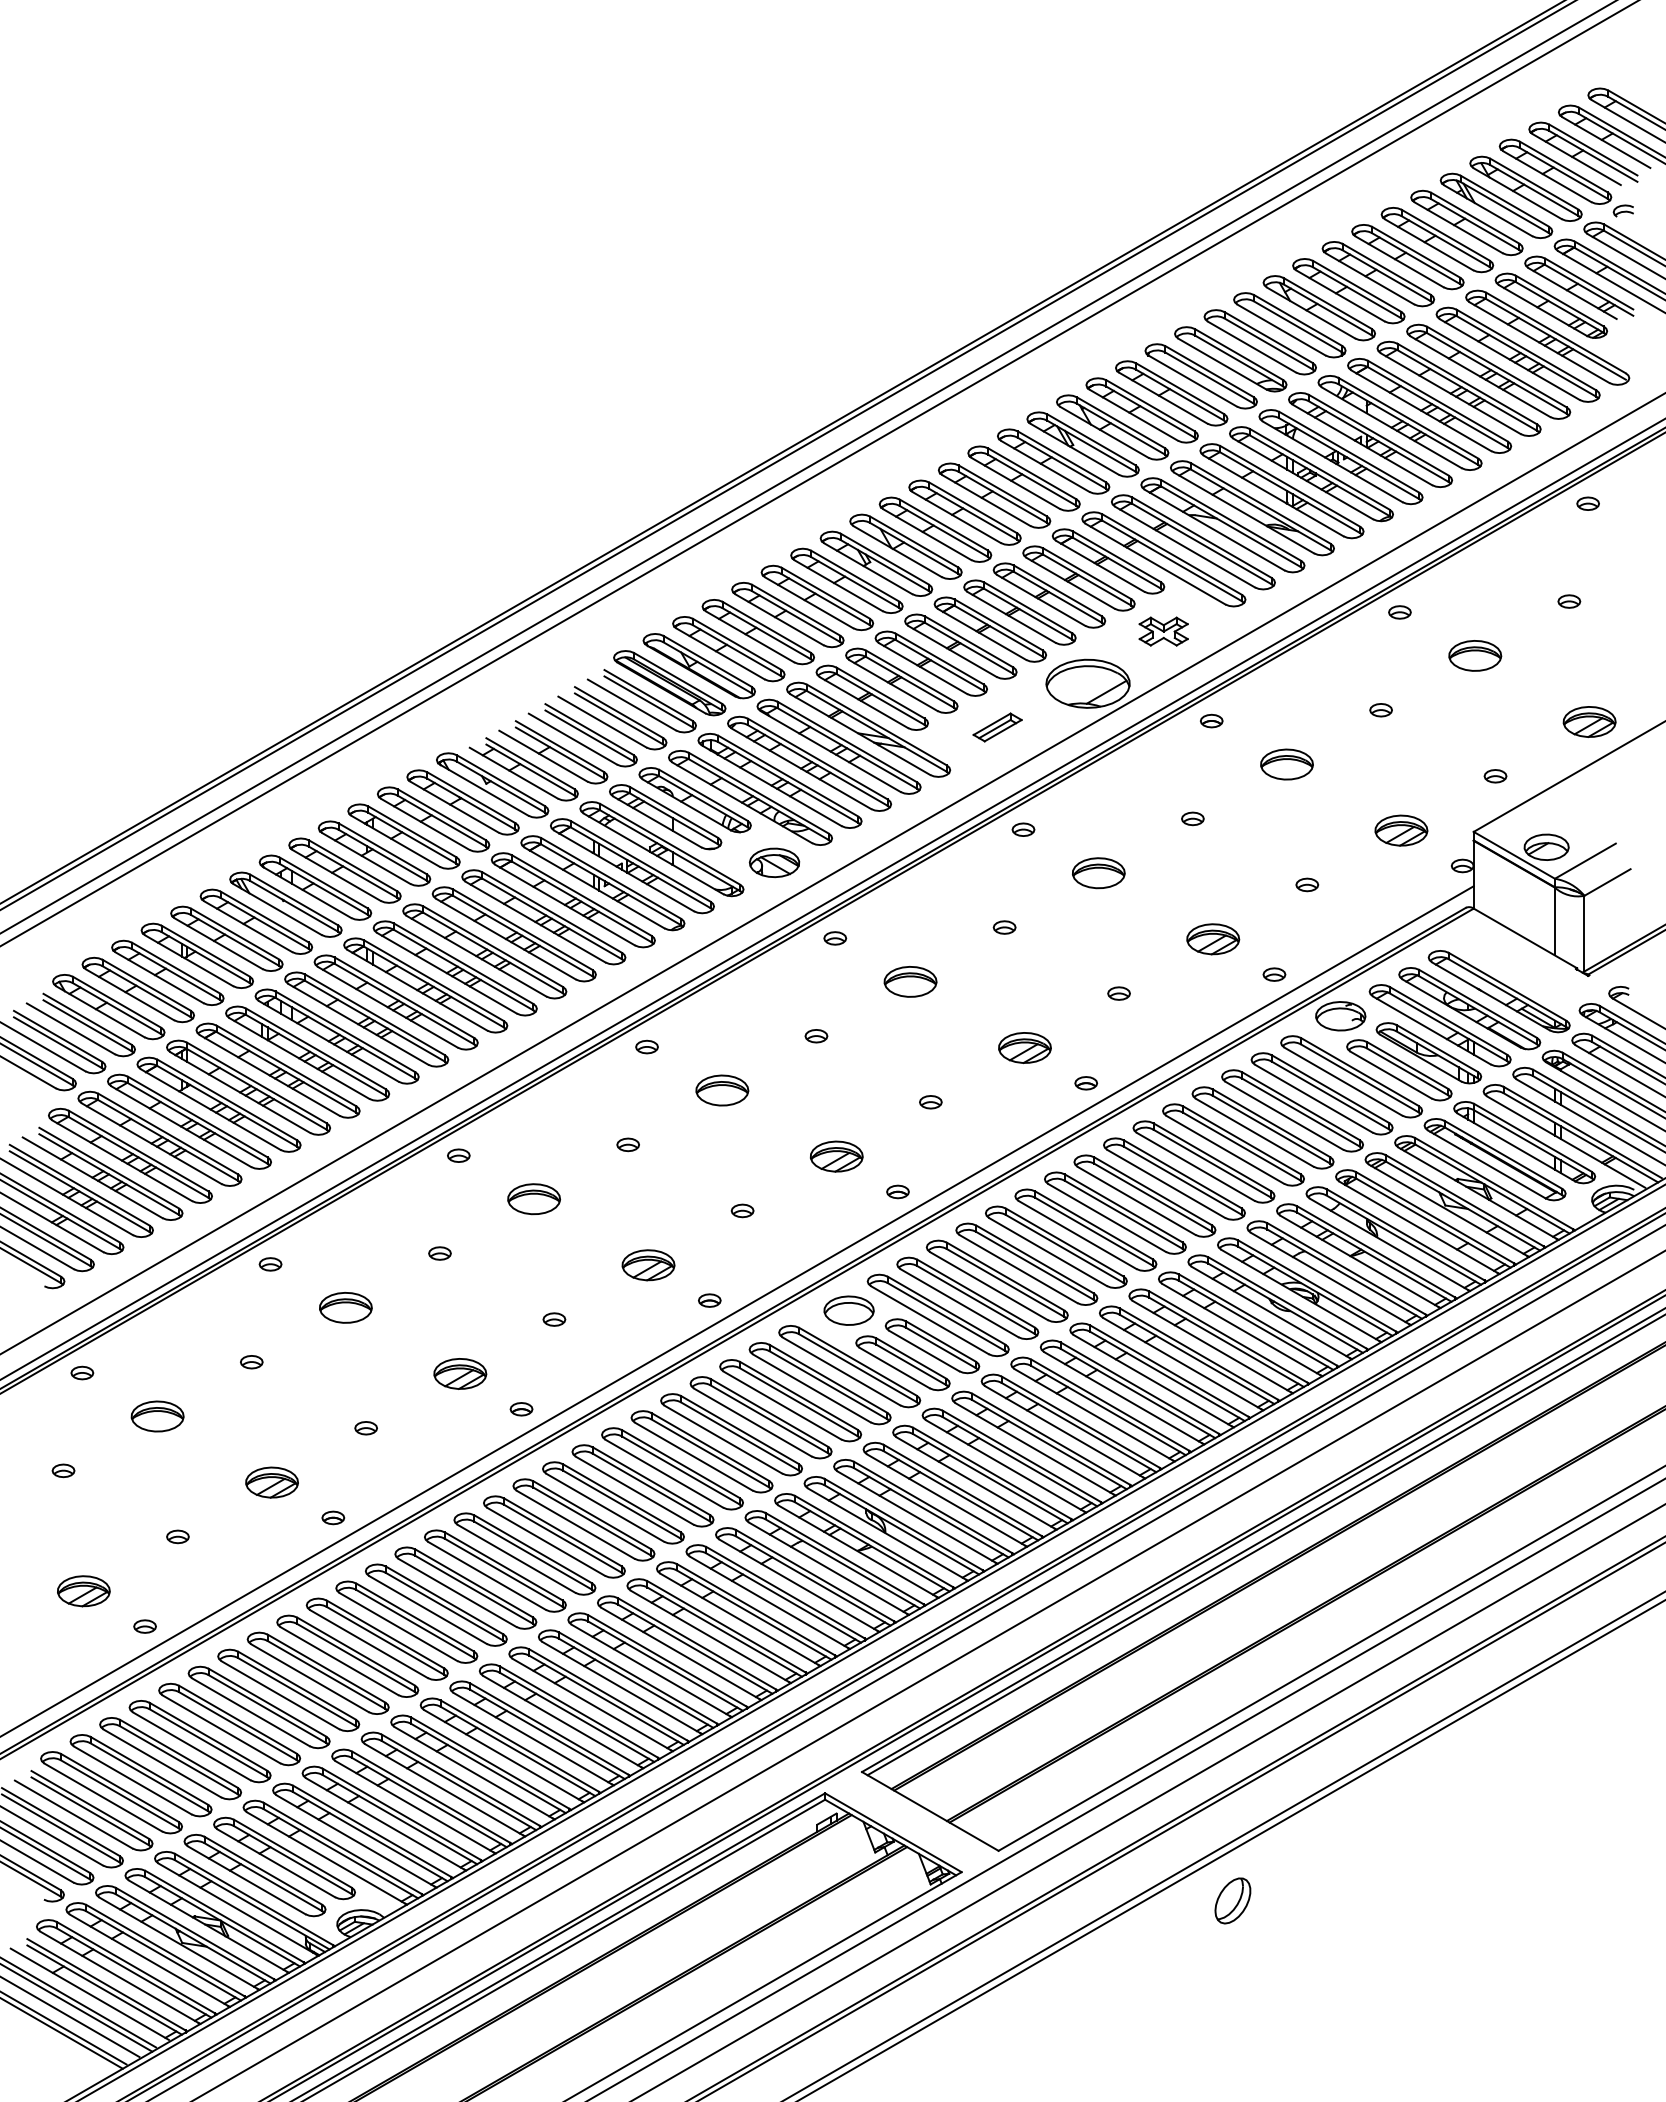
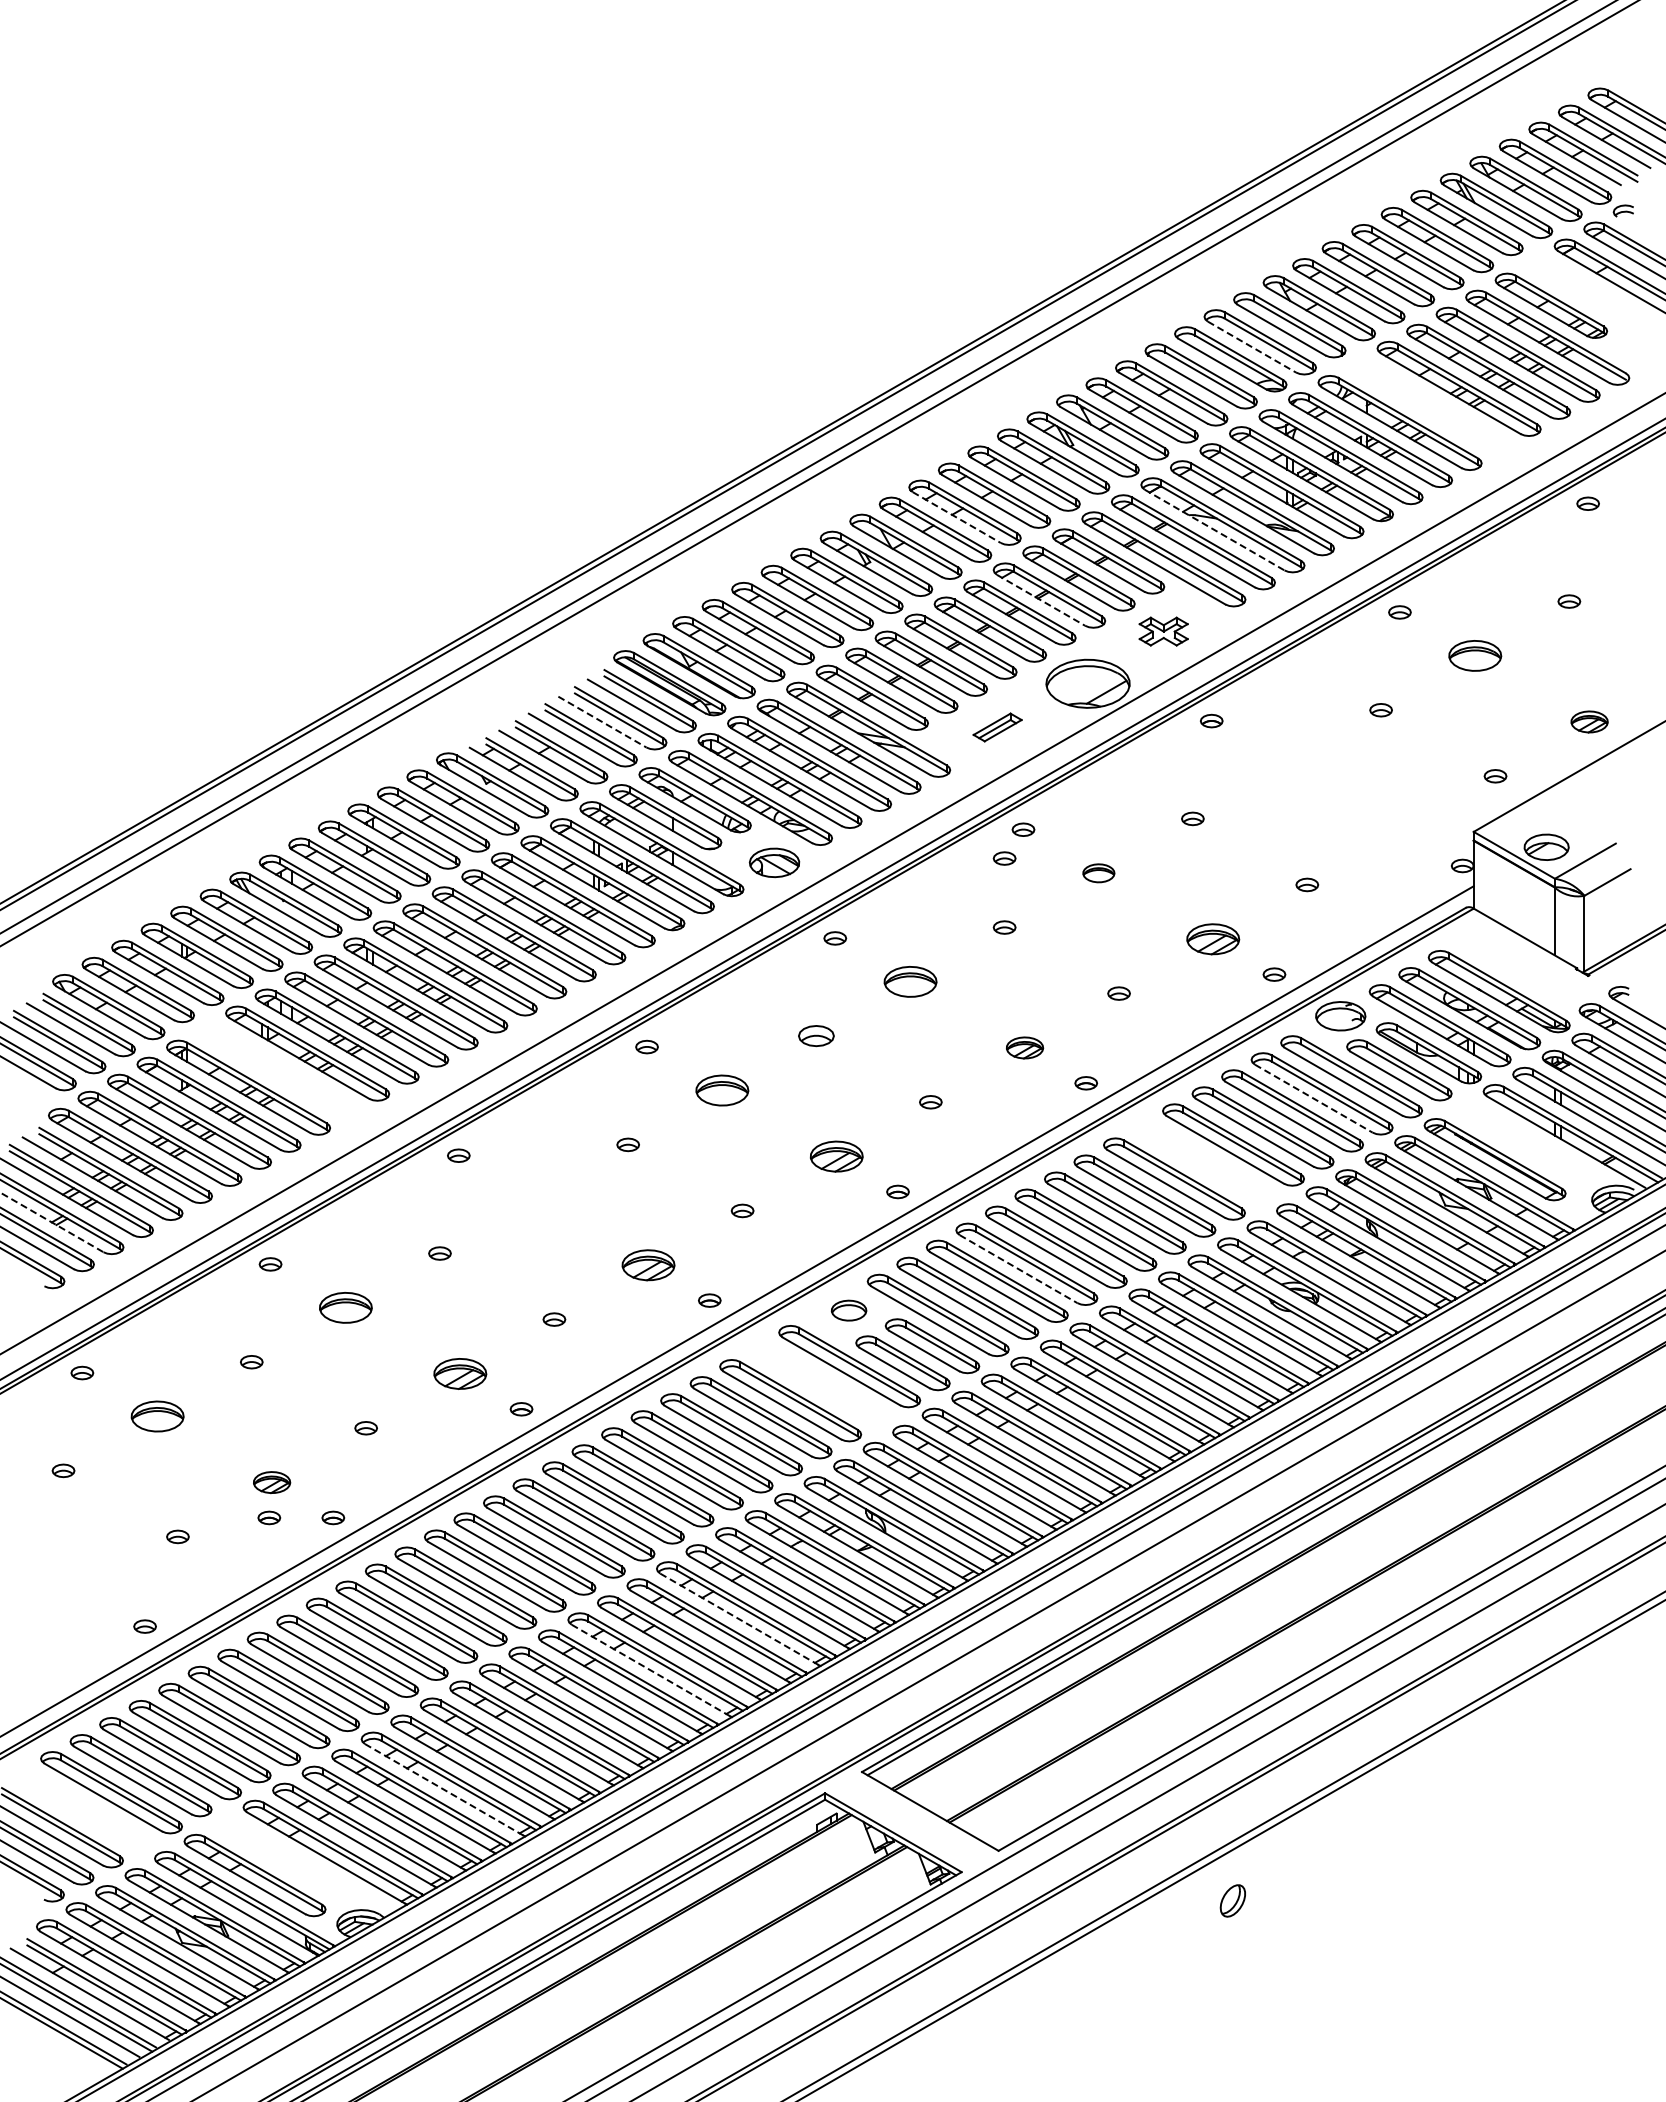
part at (1579, 287): present -> none
line at (1251, 347): solid -> dashed
part at (1429, 405): present -> none
line at (956, 517): solid -> dashed
line at (1214, 530): solid -> dashed
line at (1041, 600): solid -> dashed
part at (1589, 721) size: 55x32 px -> 39x24 px
line at (602, 722): solid -> dashed
part at (1286, 764): present -> none
part at (1401, 830): present -> none
part at (1004, 858): none -> present
part at (1098, 873) size: 54x33 px -> 34x21 px
part at (816, 1036) size: 25x15 px -> 37x23 px
part at (1024, 1047) size: 54x32 px -> 39x24 px
part at (277, 1070): present -> none
line at (1313, 1098): solid -> dashed
part at (1524, 1142): present -> none
part at (1203, 1161): present -> none
part at (534, 1199): present -> none
line at (52, 1222): solid -> dashed
line at (1018, 1269): solid -> dashed
part at (848, 1310) size: 52x31 px -> 38x23 px
part at (819, 1383): present -> none
part at (271, 1482) size: 54x33 px -> 39x24 px
part at (269, 1517): none -> present
part at (83, 1591): present -> none
line at (739, 1619): solid -> dashed
line at (651, 1670): solid -> dashed
line at (444, 1790): solid -> dashed
part at (83, 1810): present -> none
part at (284, 1858): present -> none
part at (1232, 1900) size: 38x48 px -> 27x34 px
